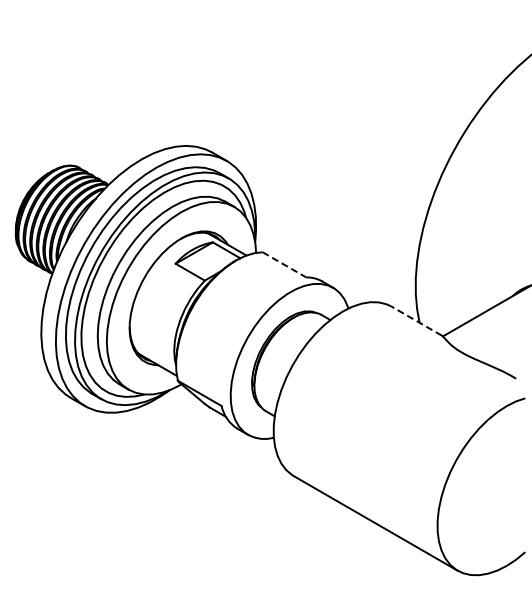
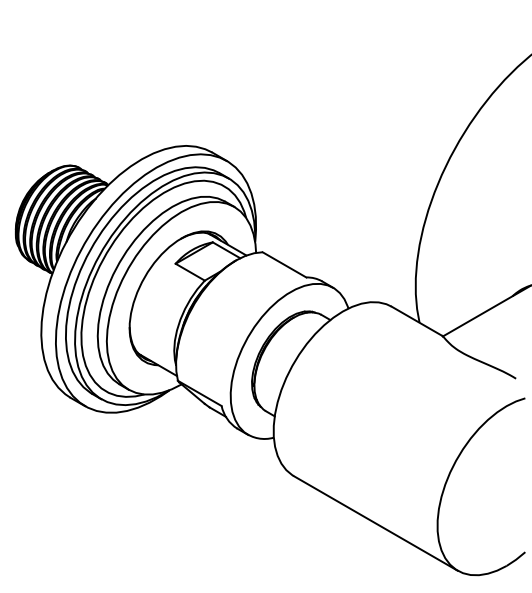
line at (284, 265): dashed -> solid
line at (416, 321): dashed -> solid
